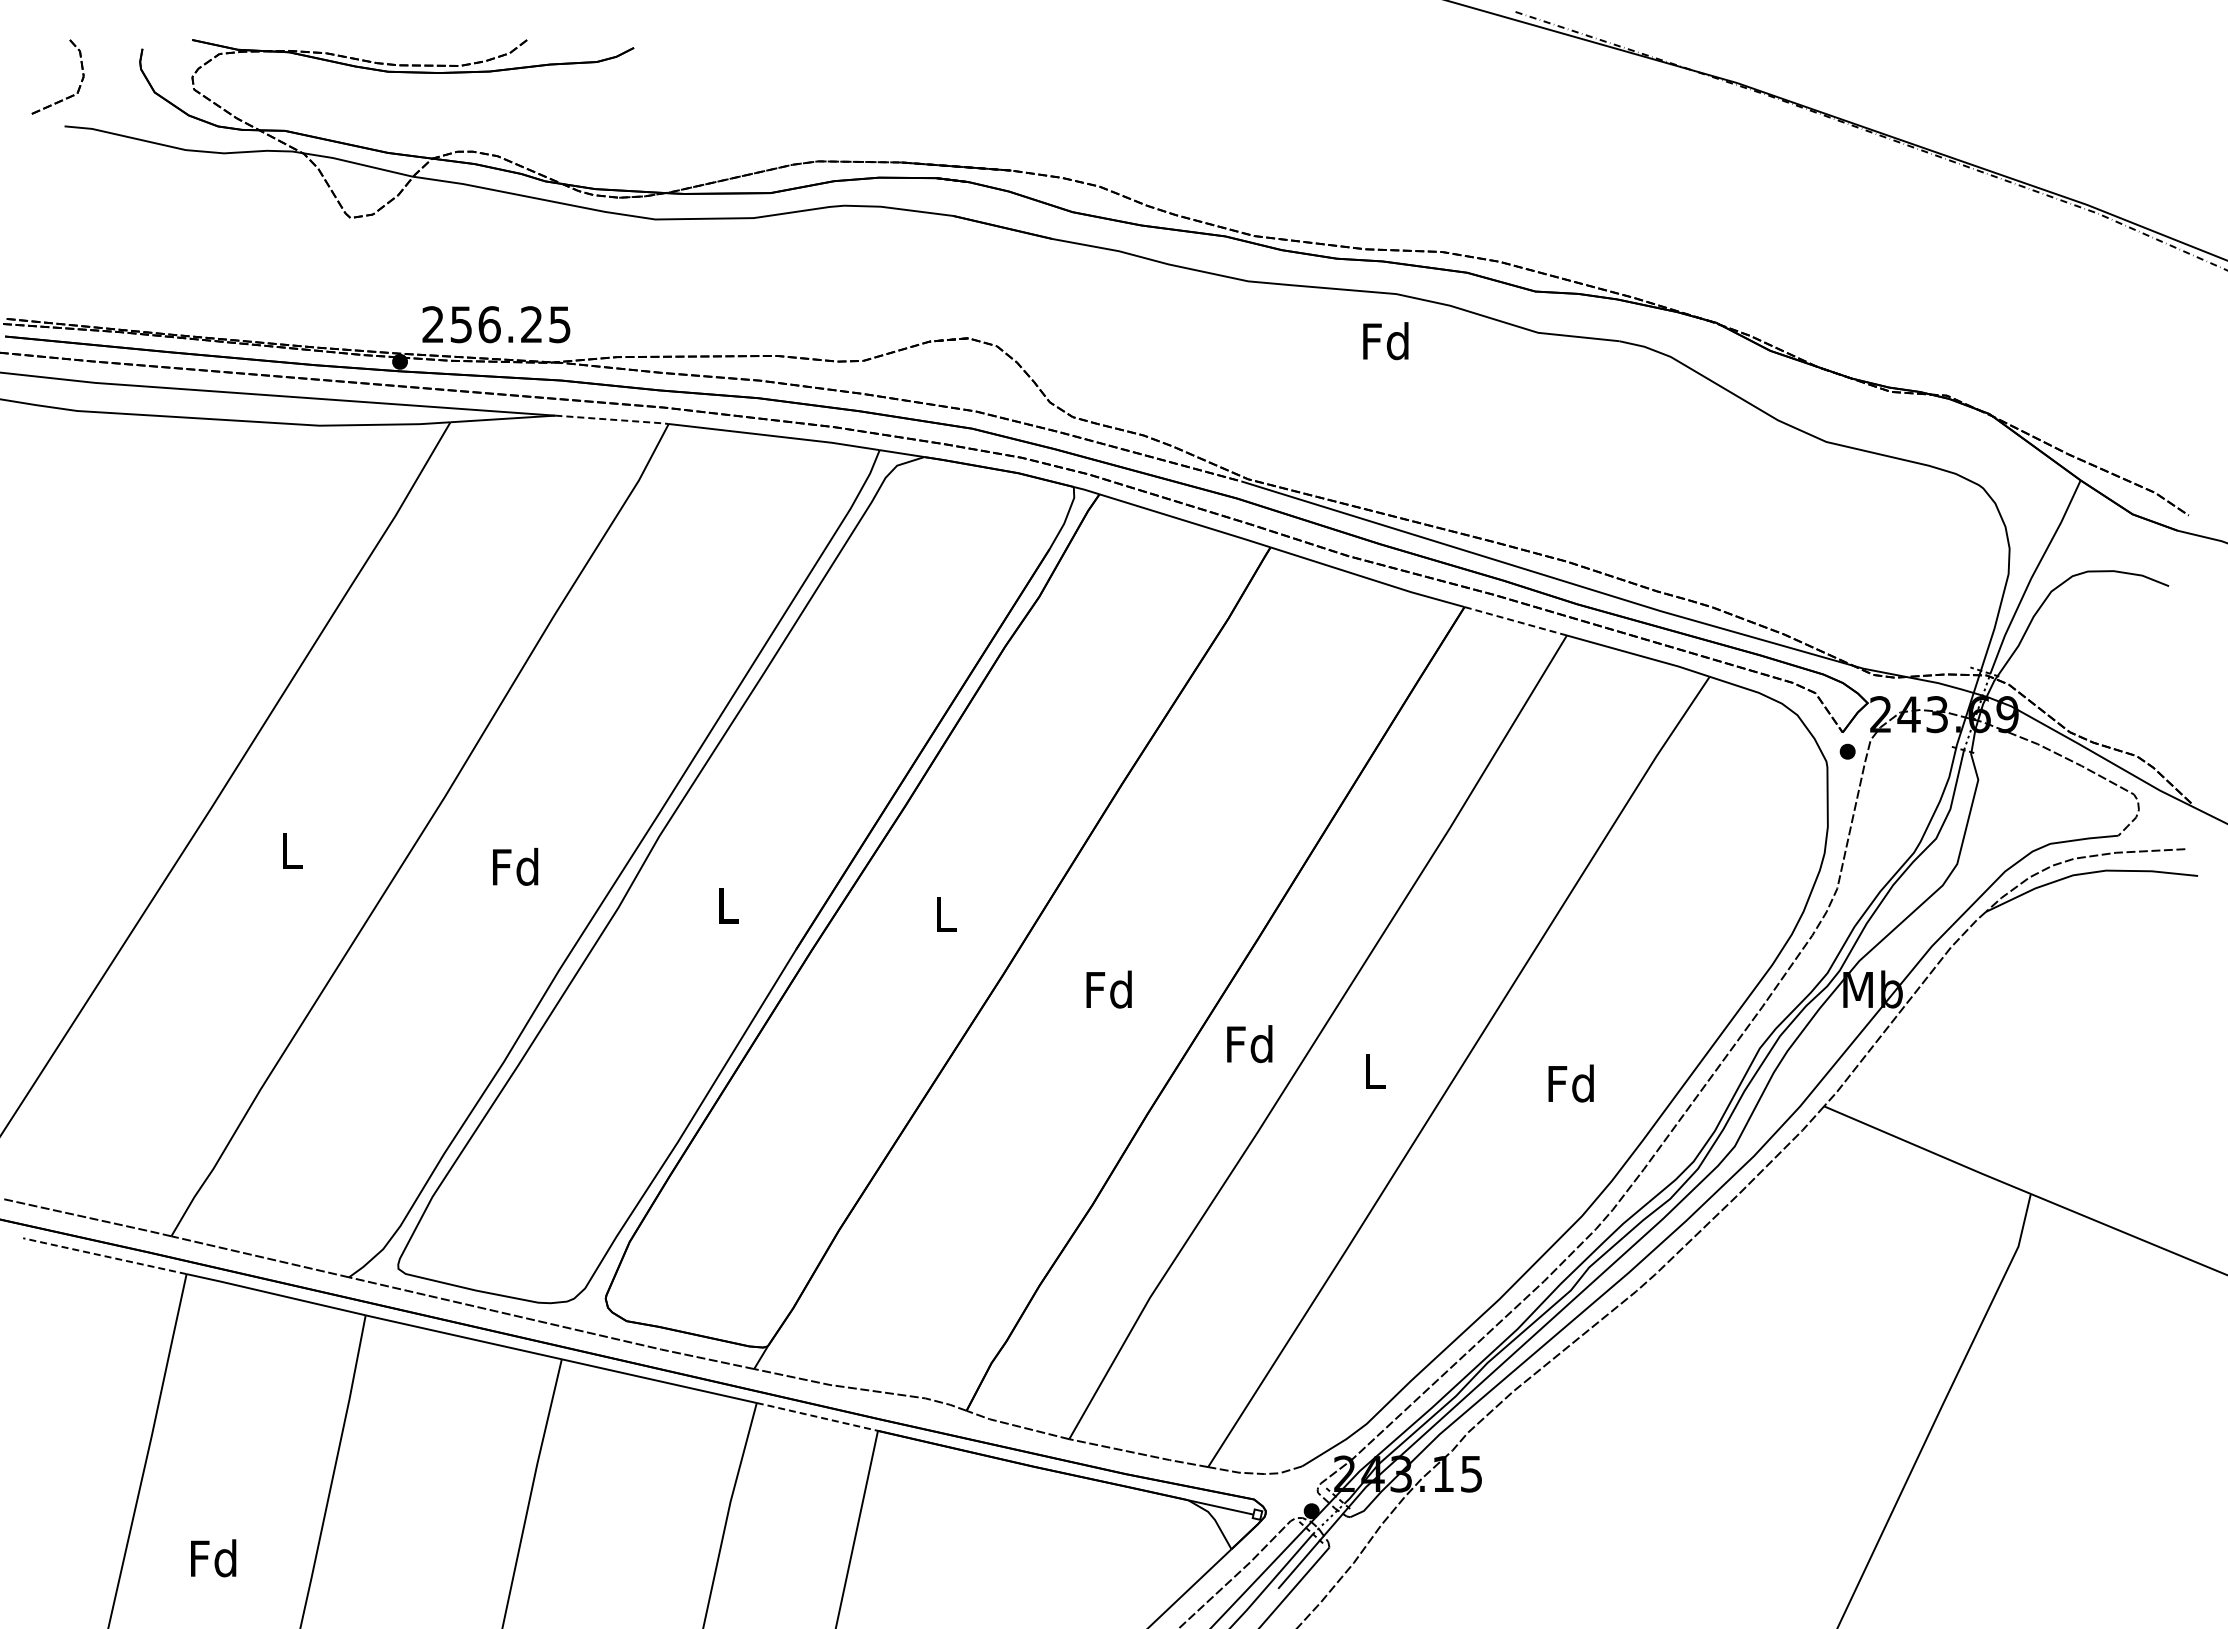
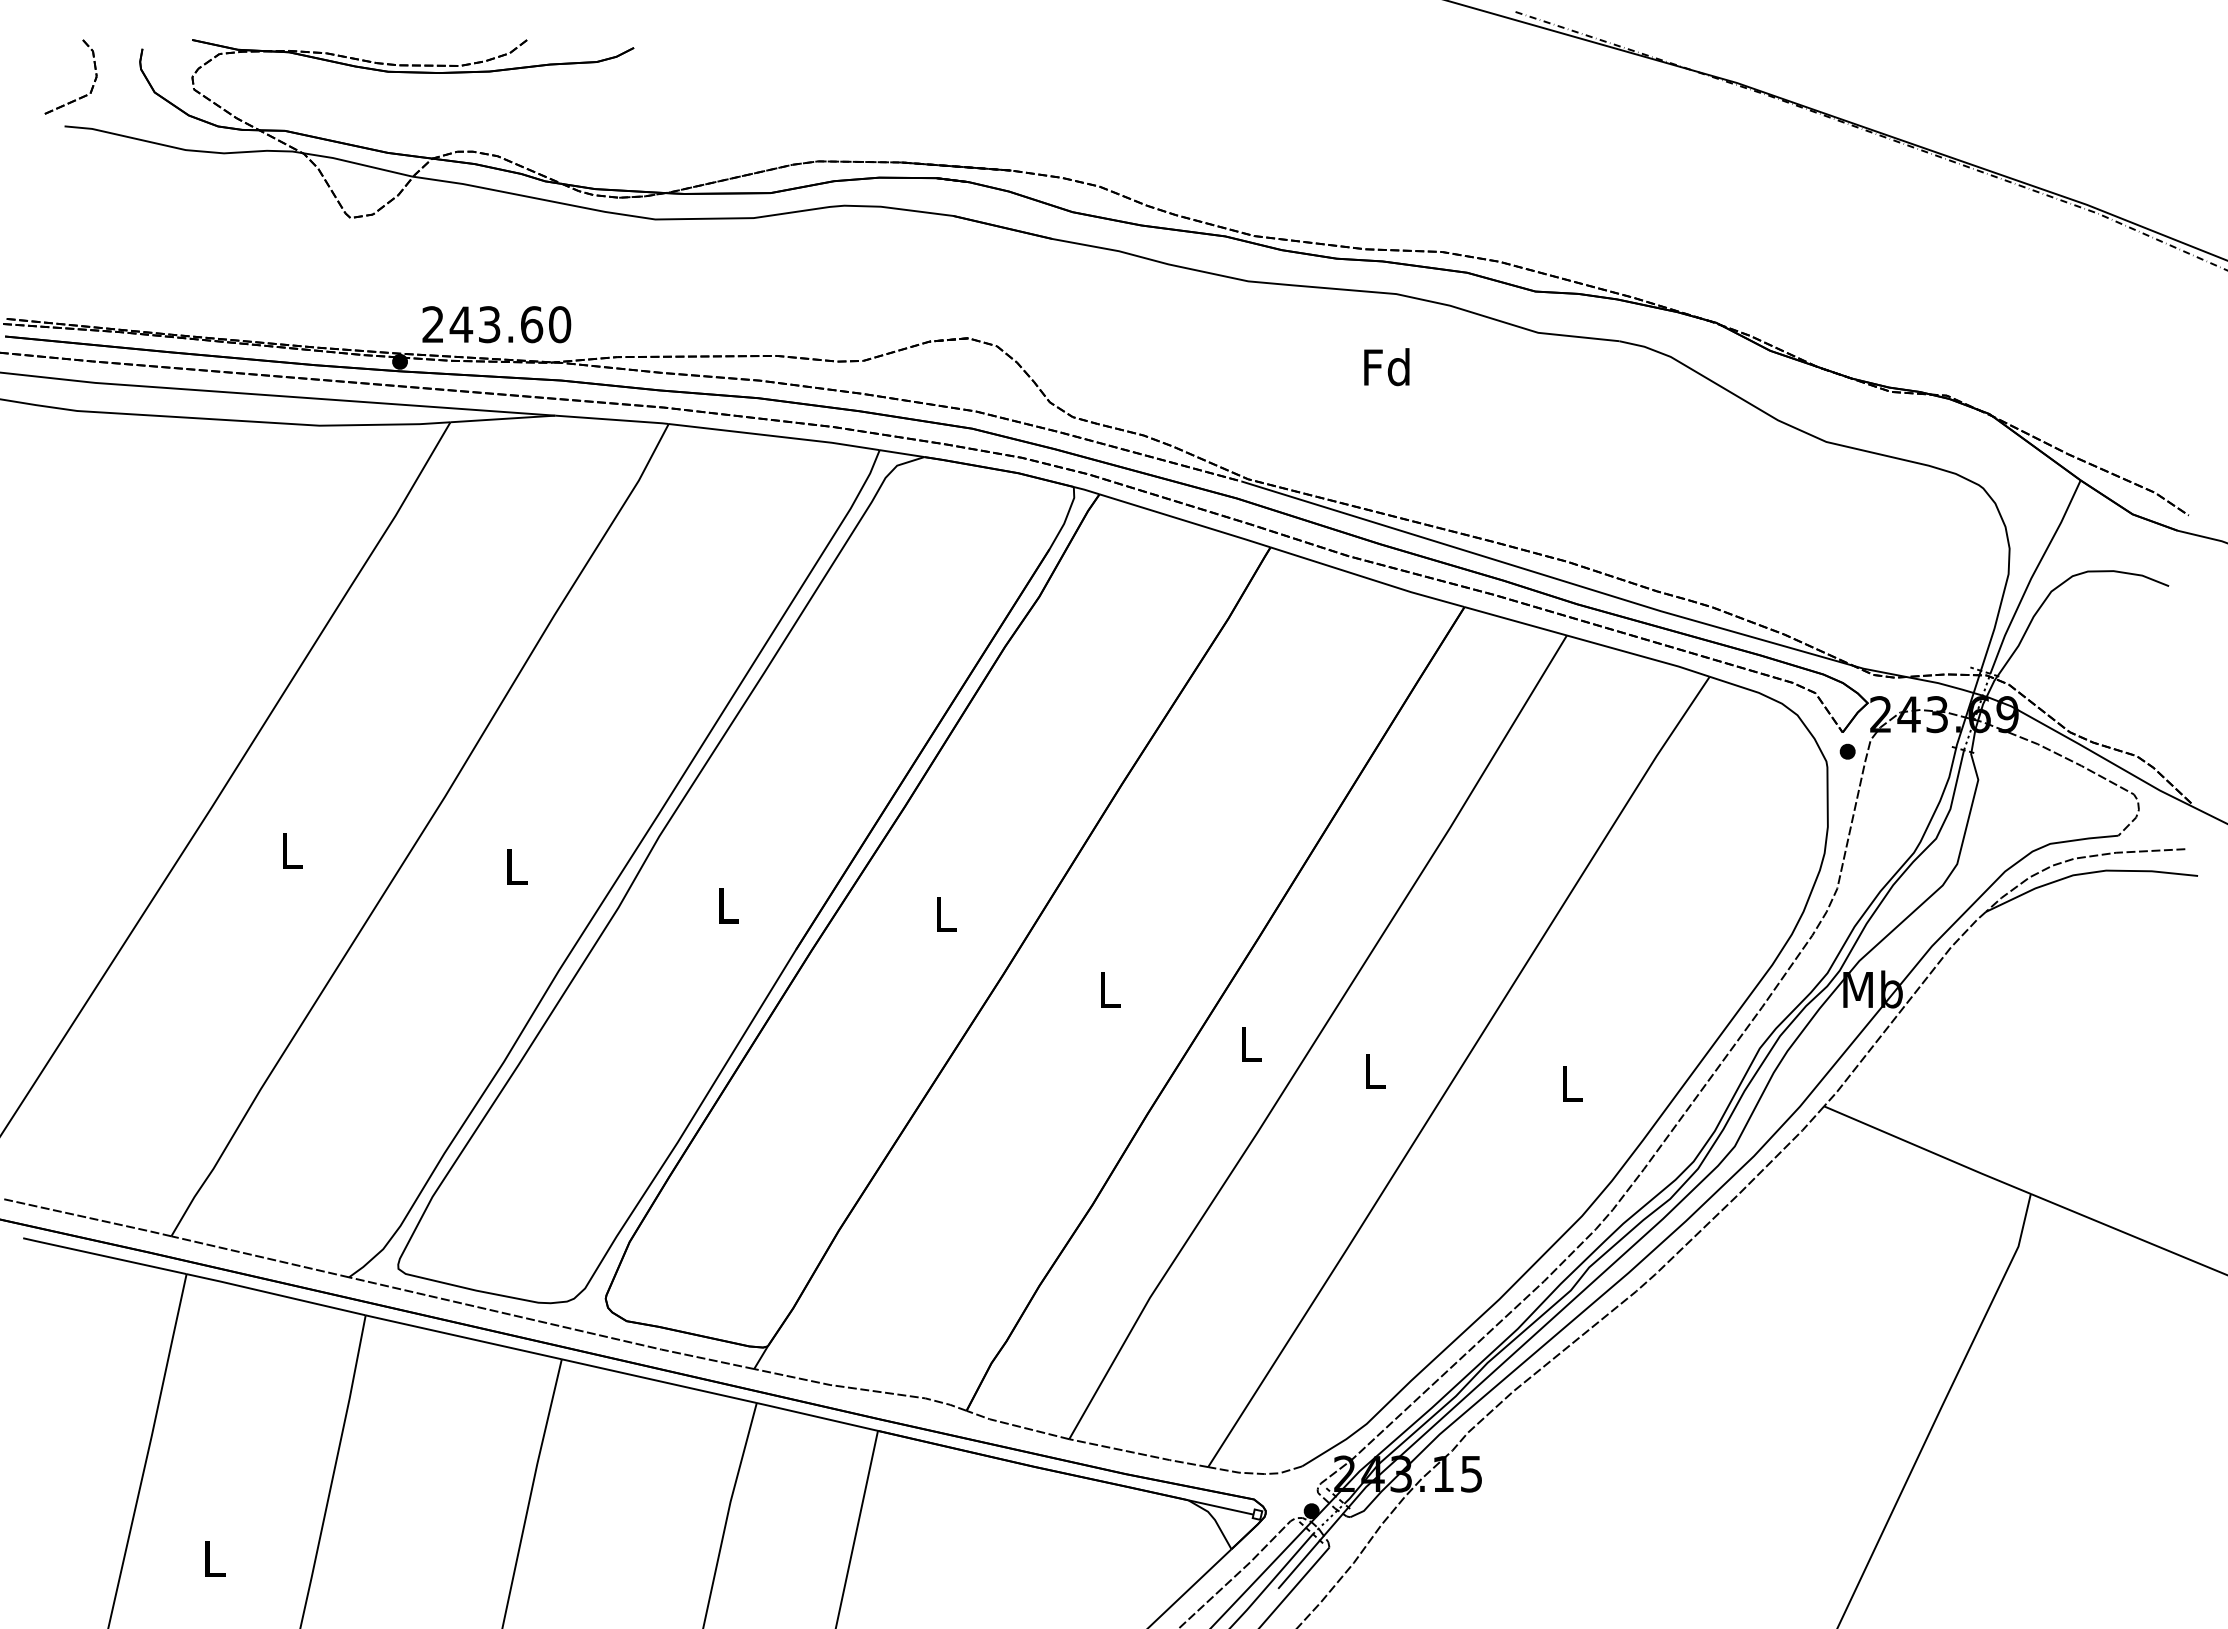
part at (68, 96) position: (68, 96) -> (81, 96)
text at (510, 324): 256.25 -> 243.60
text at (1385, 341) position: (1385, 341) -> (1386, 367)
line at (612, 419): dashed -> solid
line at (1515, 621): dashed -> solid
text at (515, 866): Fd -> L
text at (1108, 989): Fd -> L
text at (1249, 1044): Fd -> L
text at (1570, 1083): Fd -> L
line at (104, 1256): dashed -> solid
line at (816, 1416): dashed -> solid
text at (213, 1558): Fd -> L
